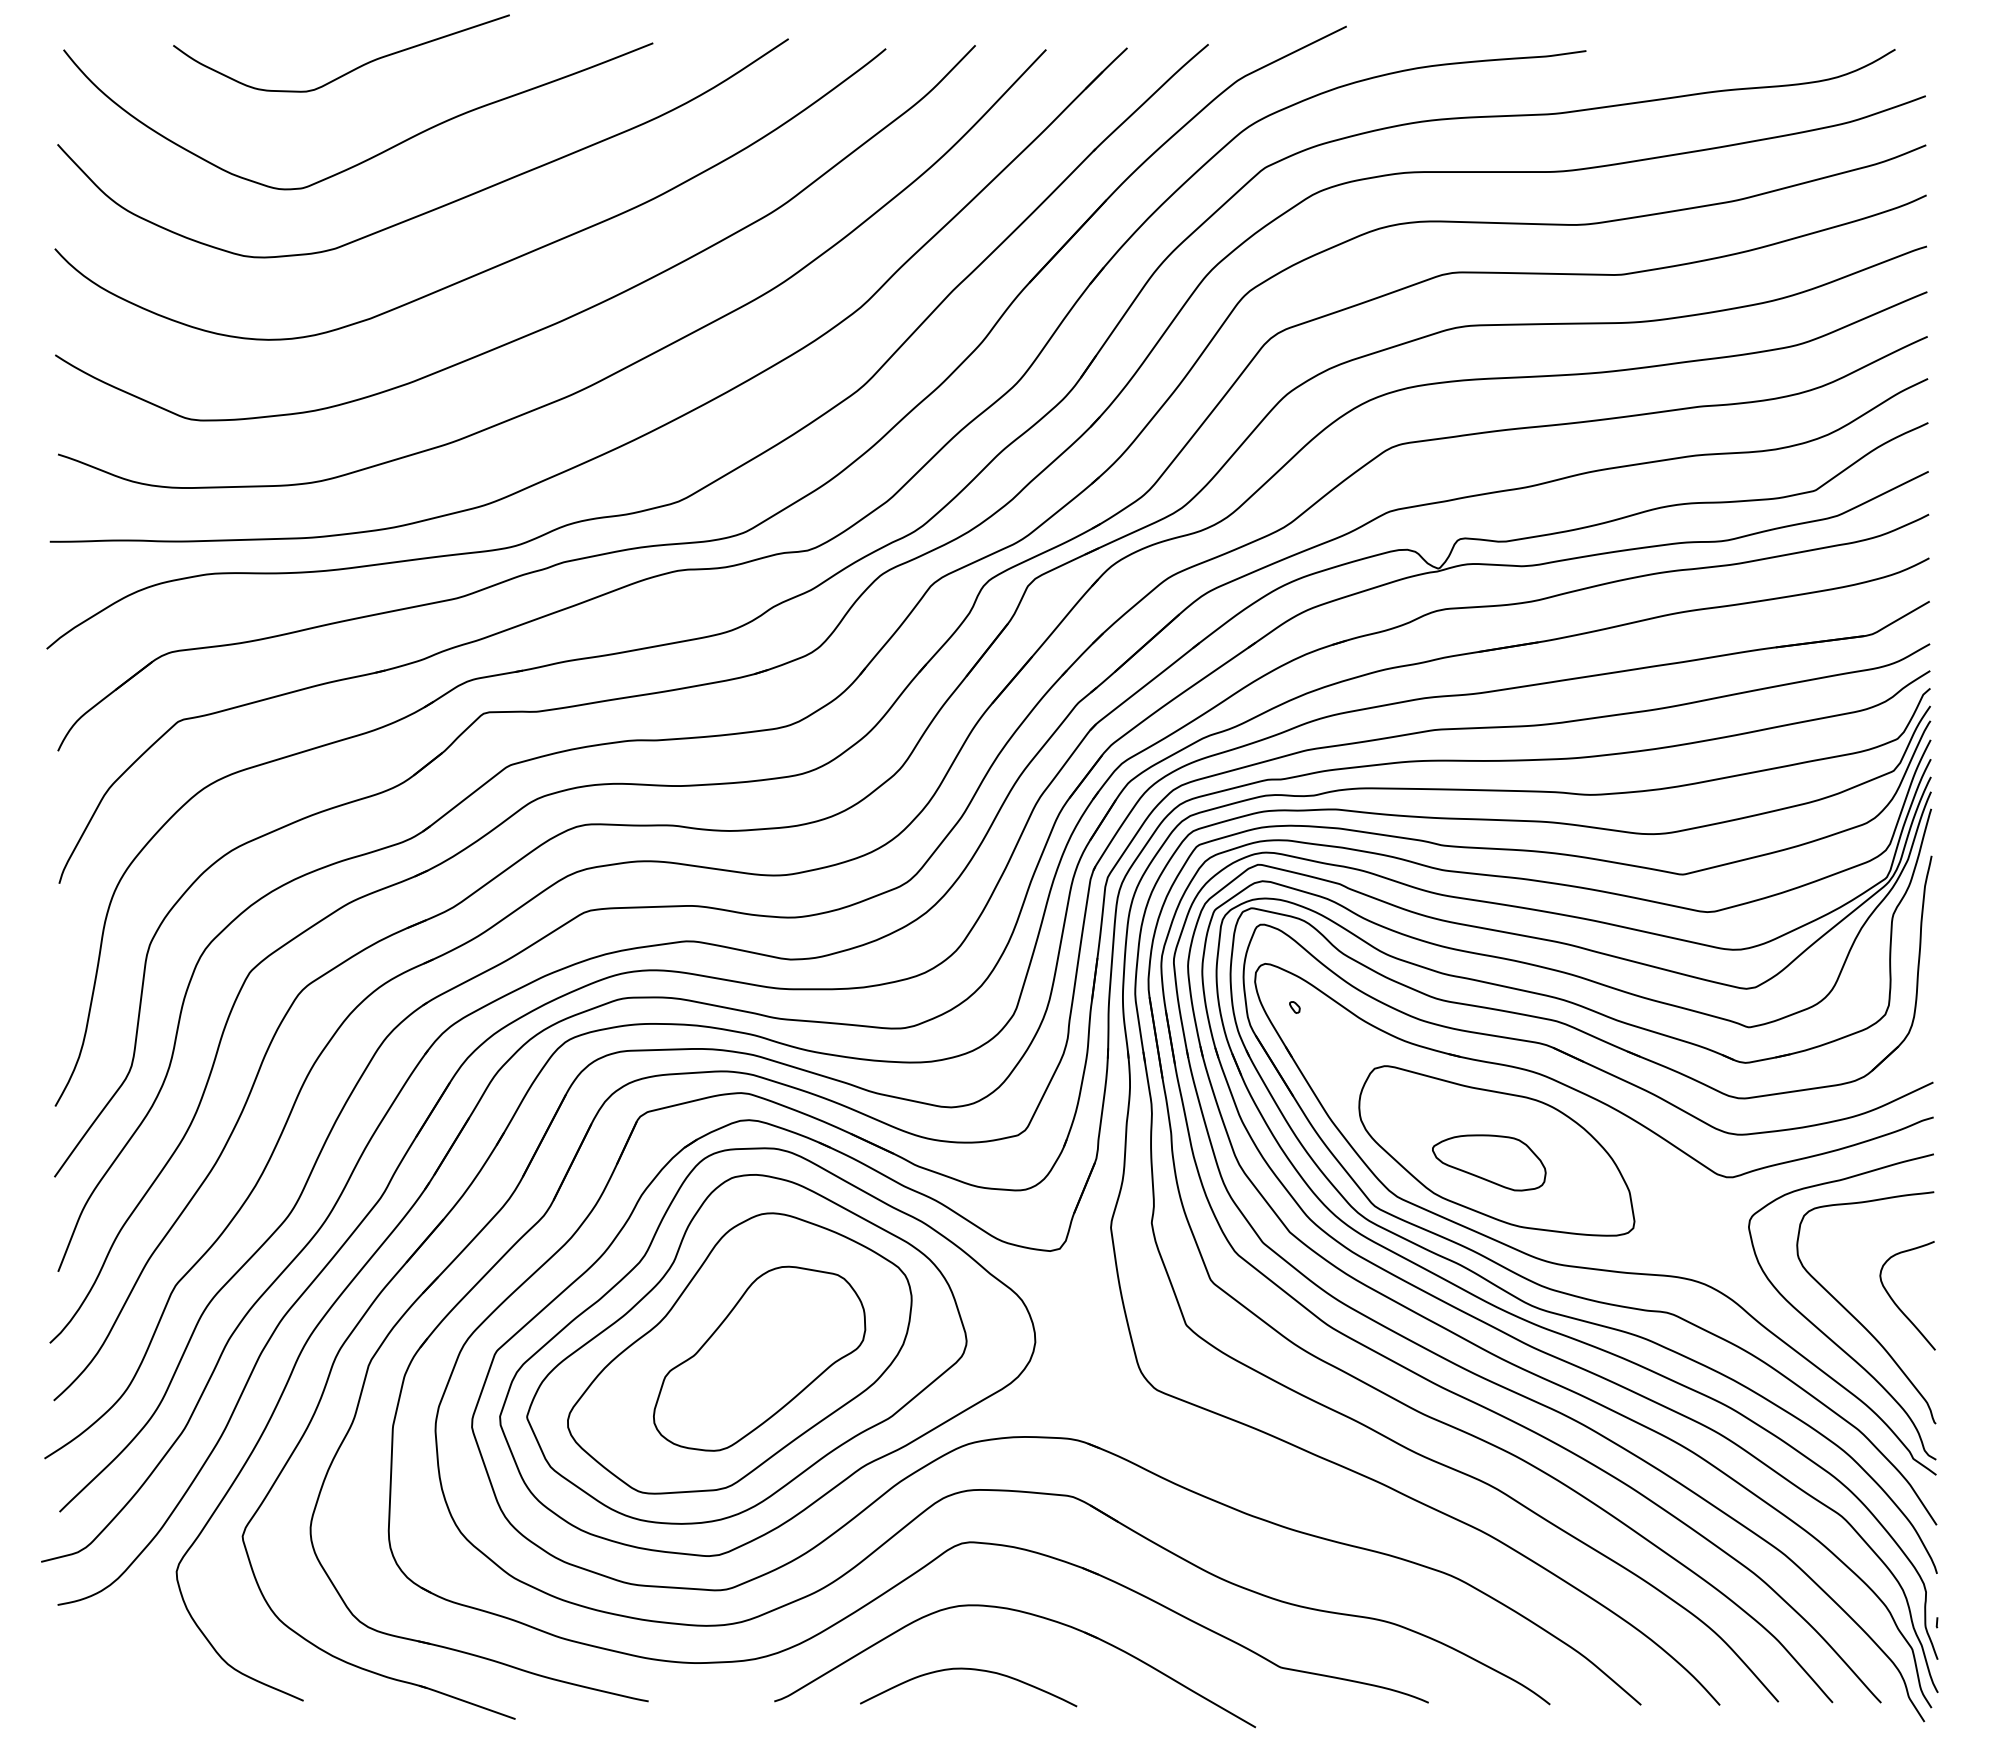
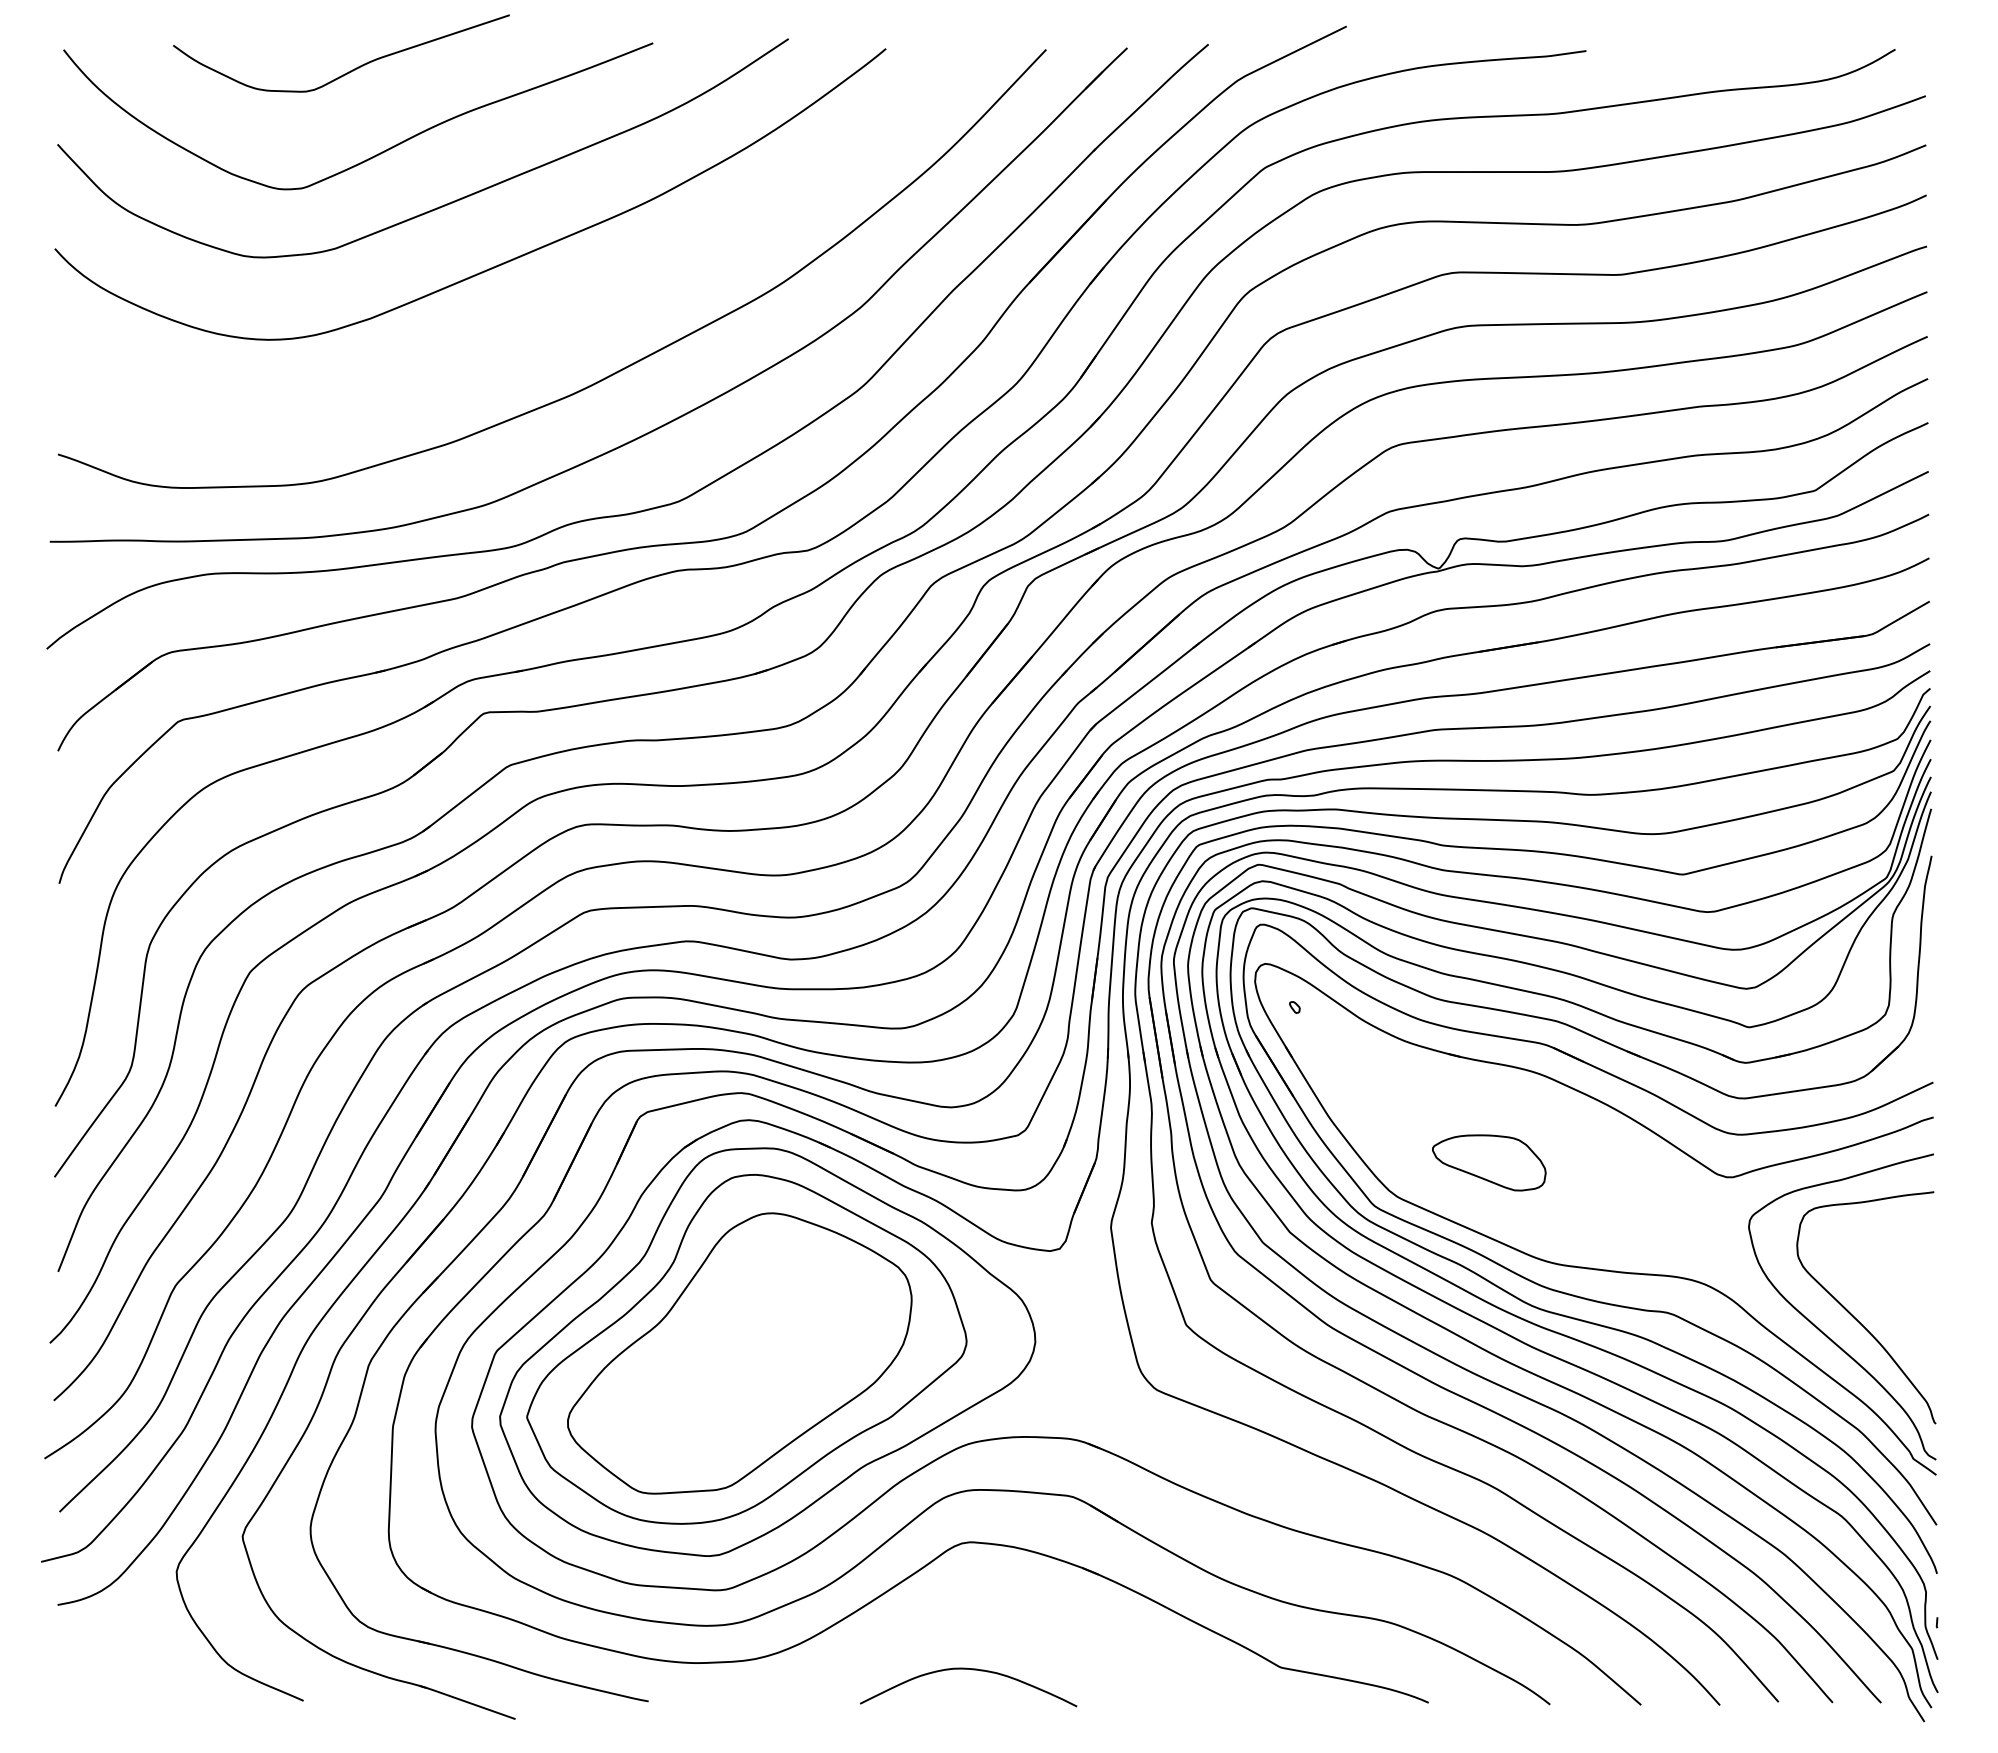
curve at (550, 324): present -> none
part at (1496, 1150): present -> none
curve at (1896, 1303): present -> none
part at (759, 1358): present -> none
part at (1027, 1614): present -> none
